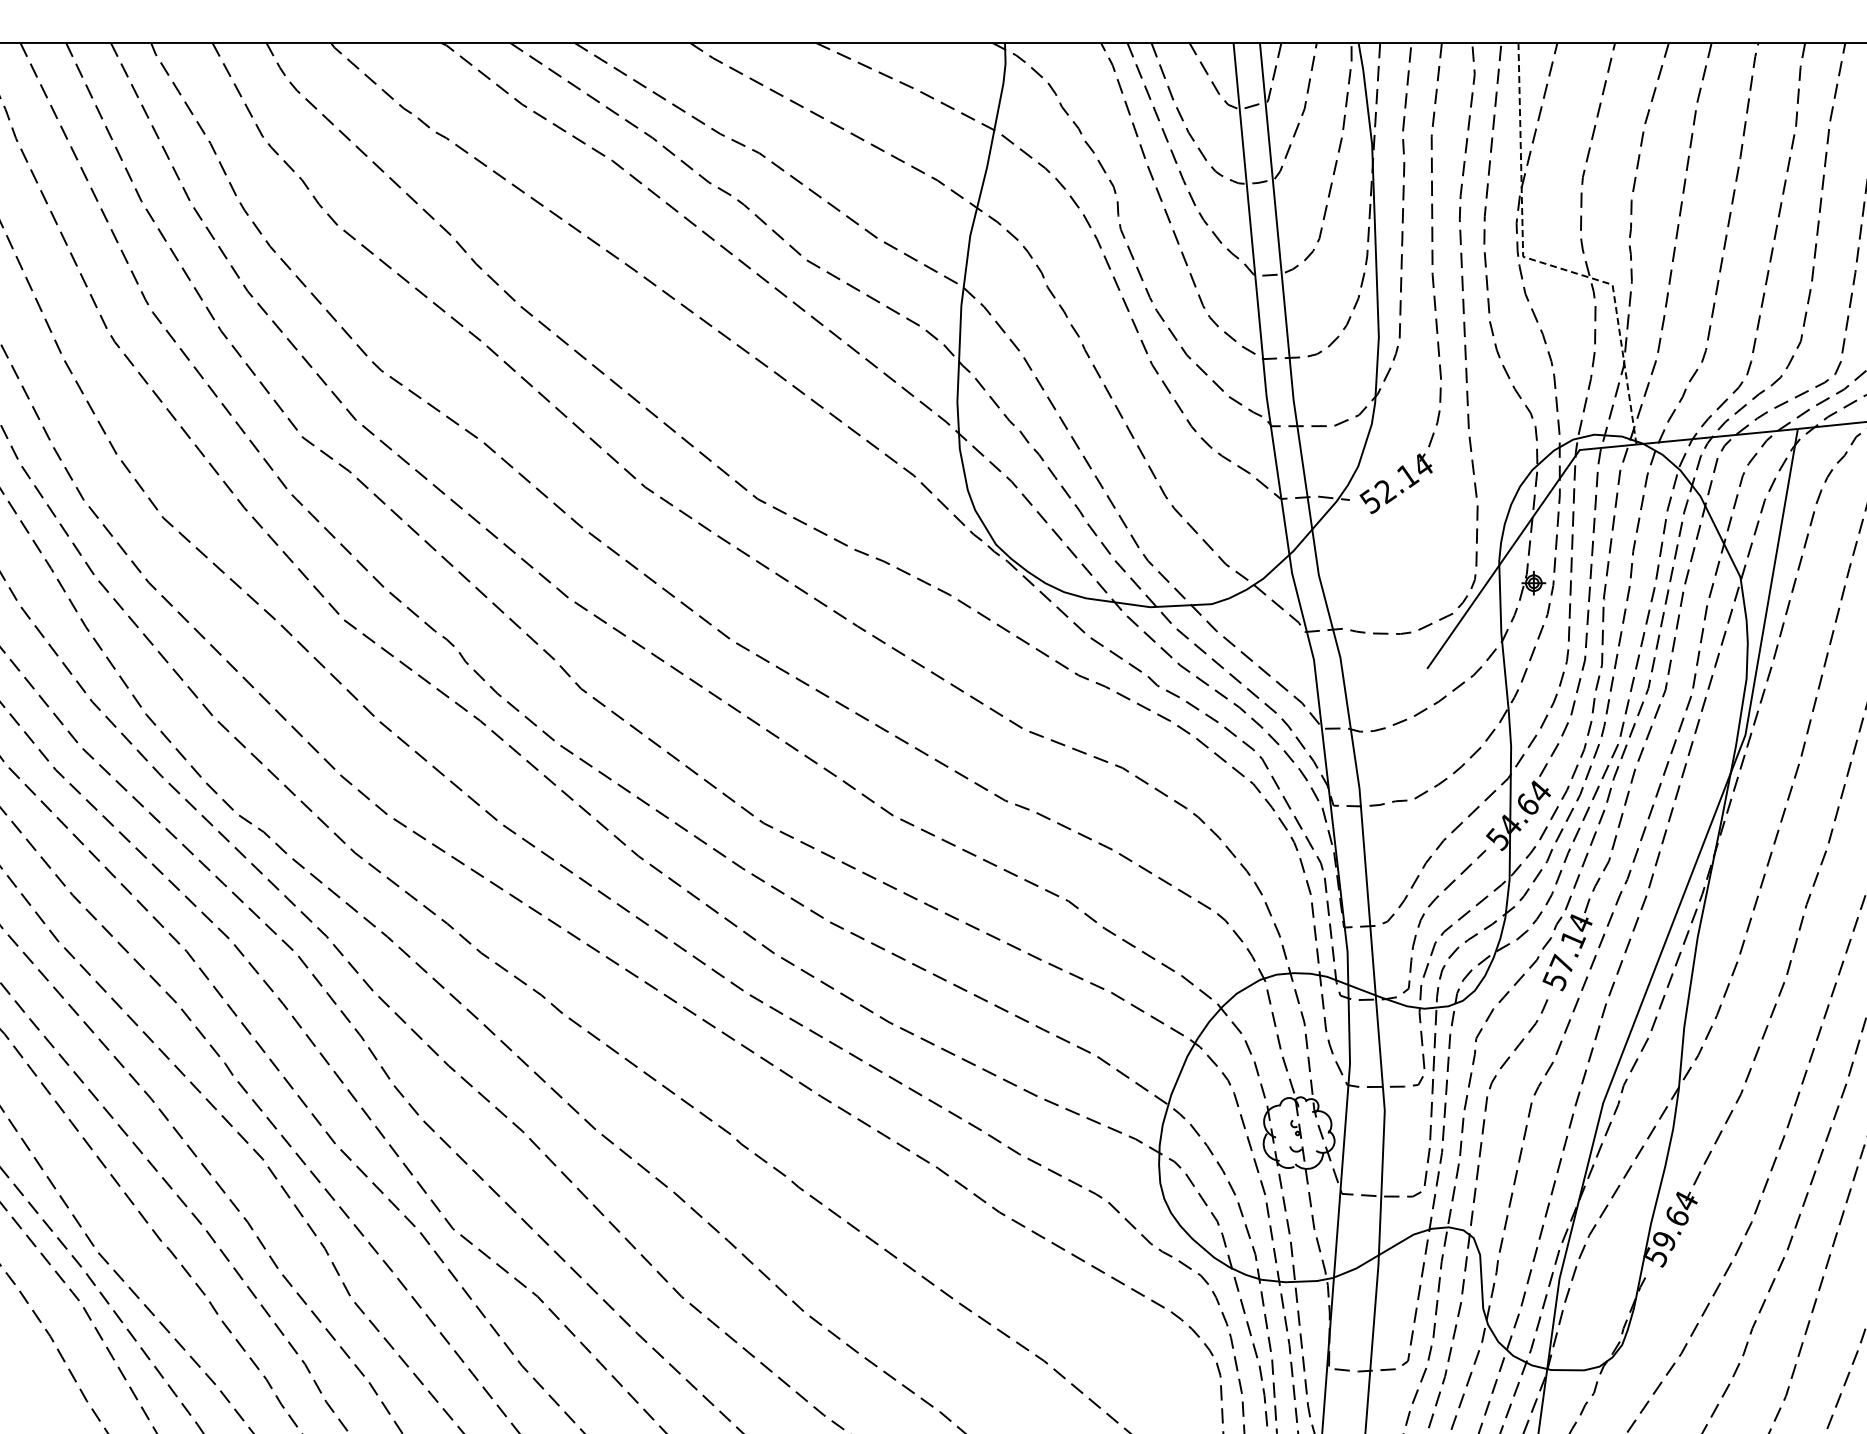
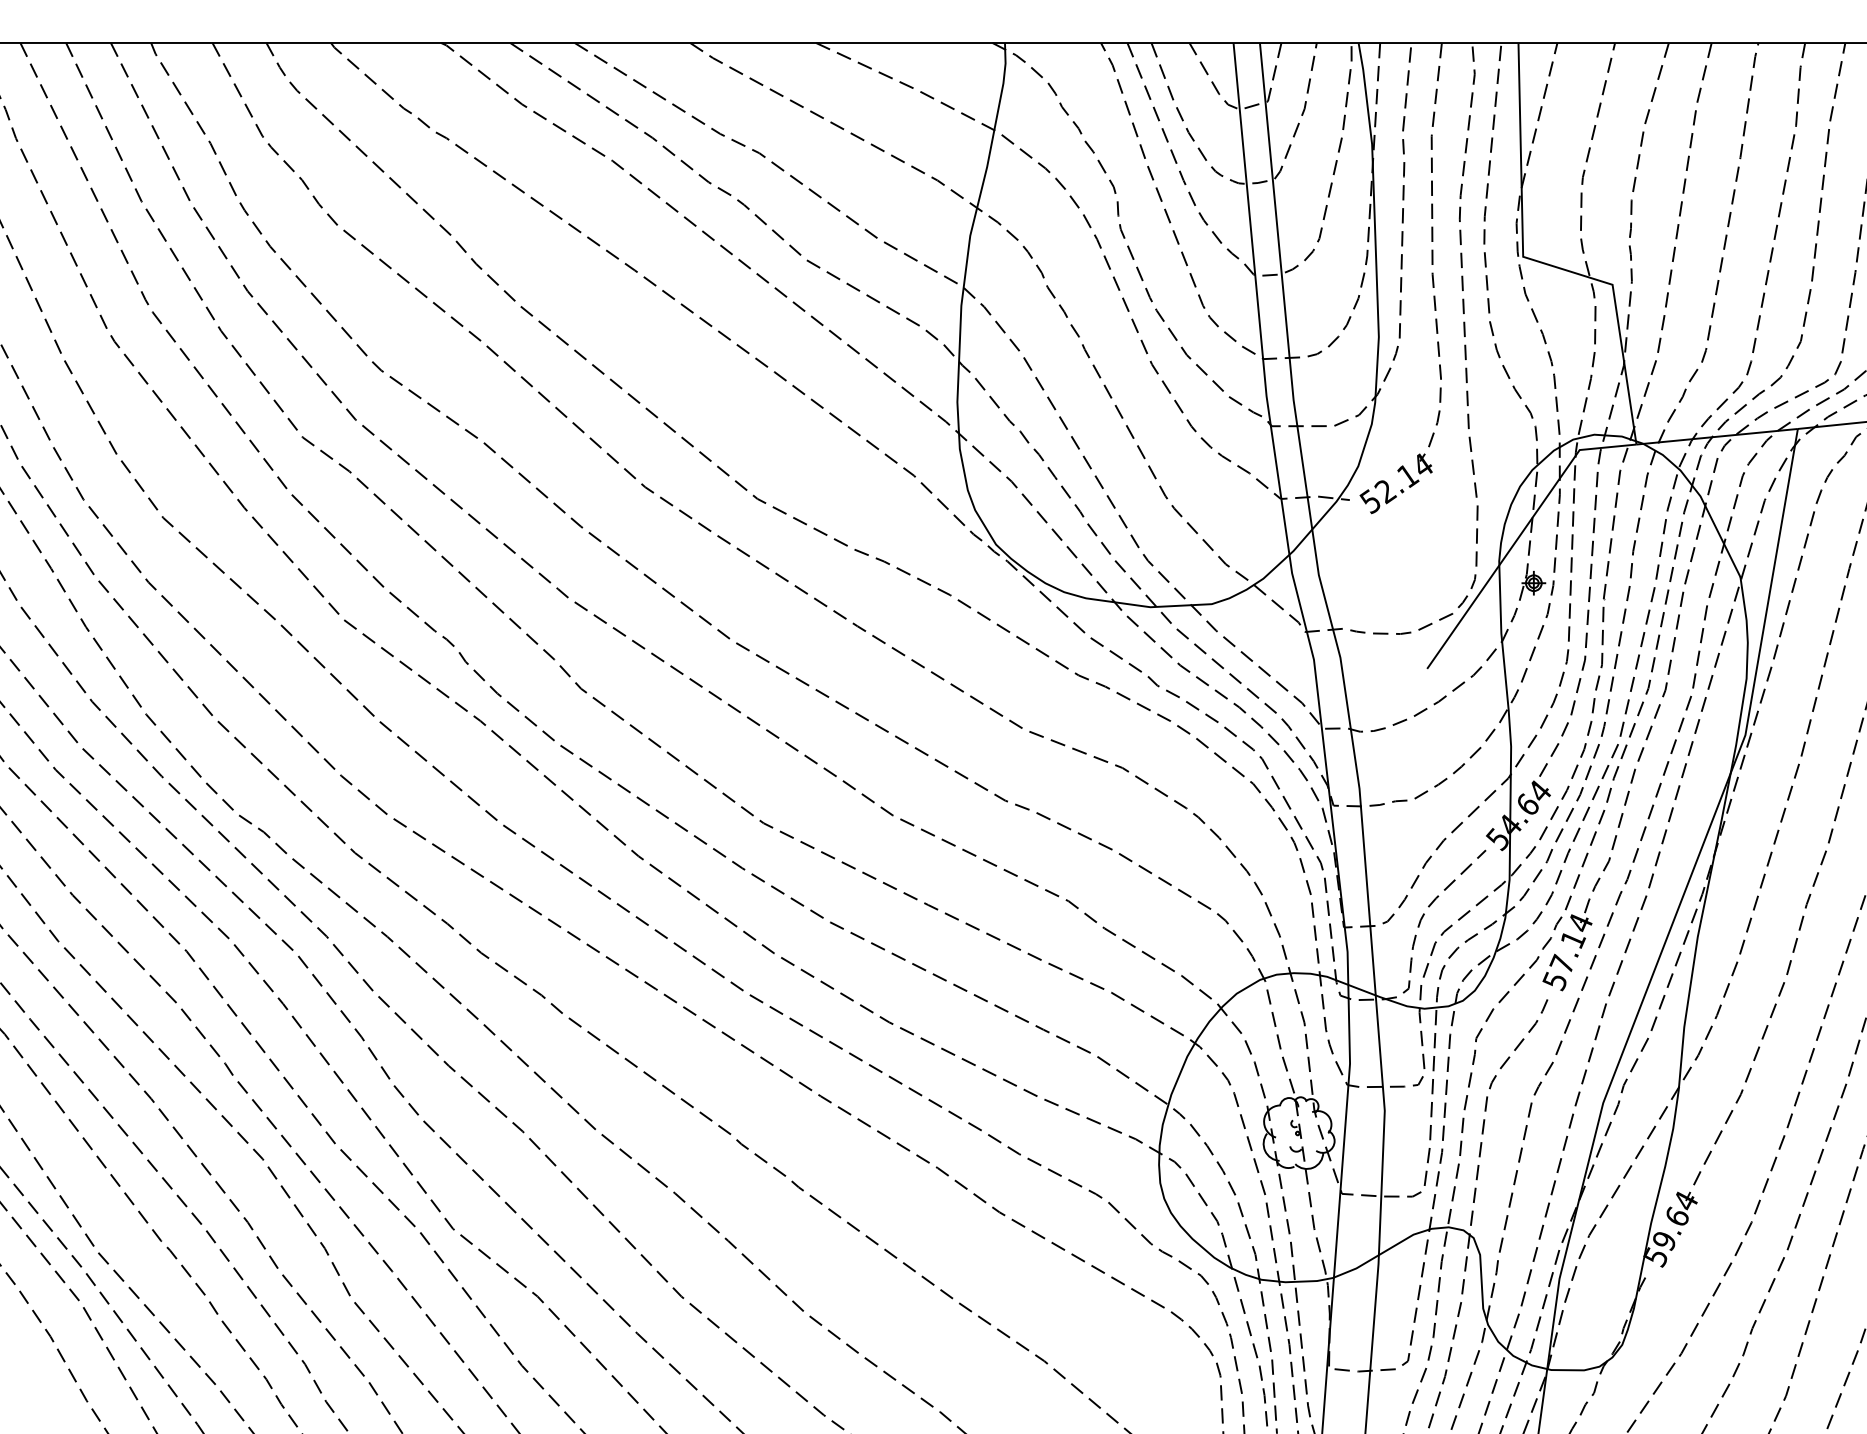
line at (1543, 263): dashed -> solid
